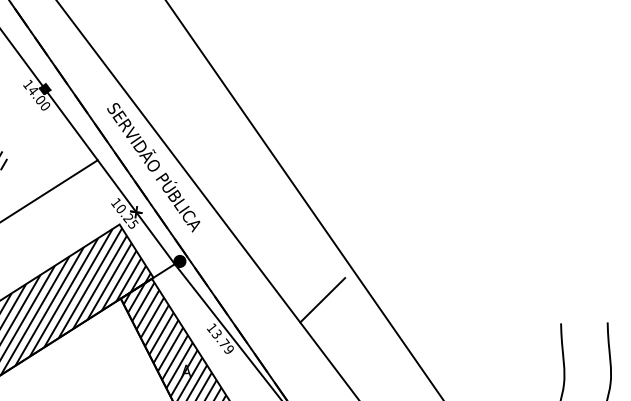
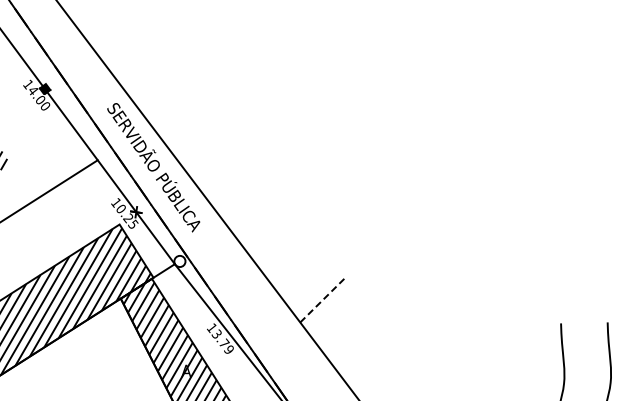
line at (304, 199): present -> none
fill at (179, 261): present -> none
line at (322, 300): solid -> dashed
